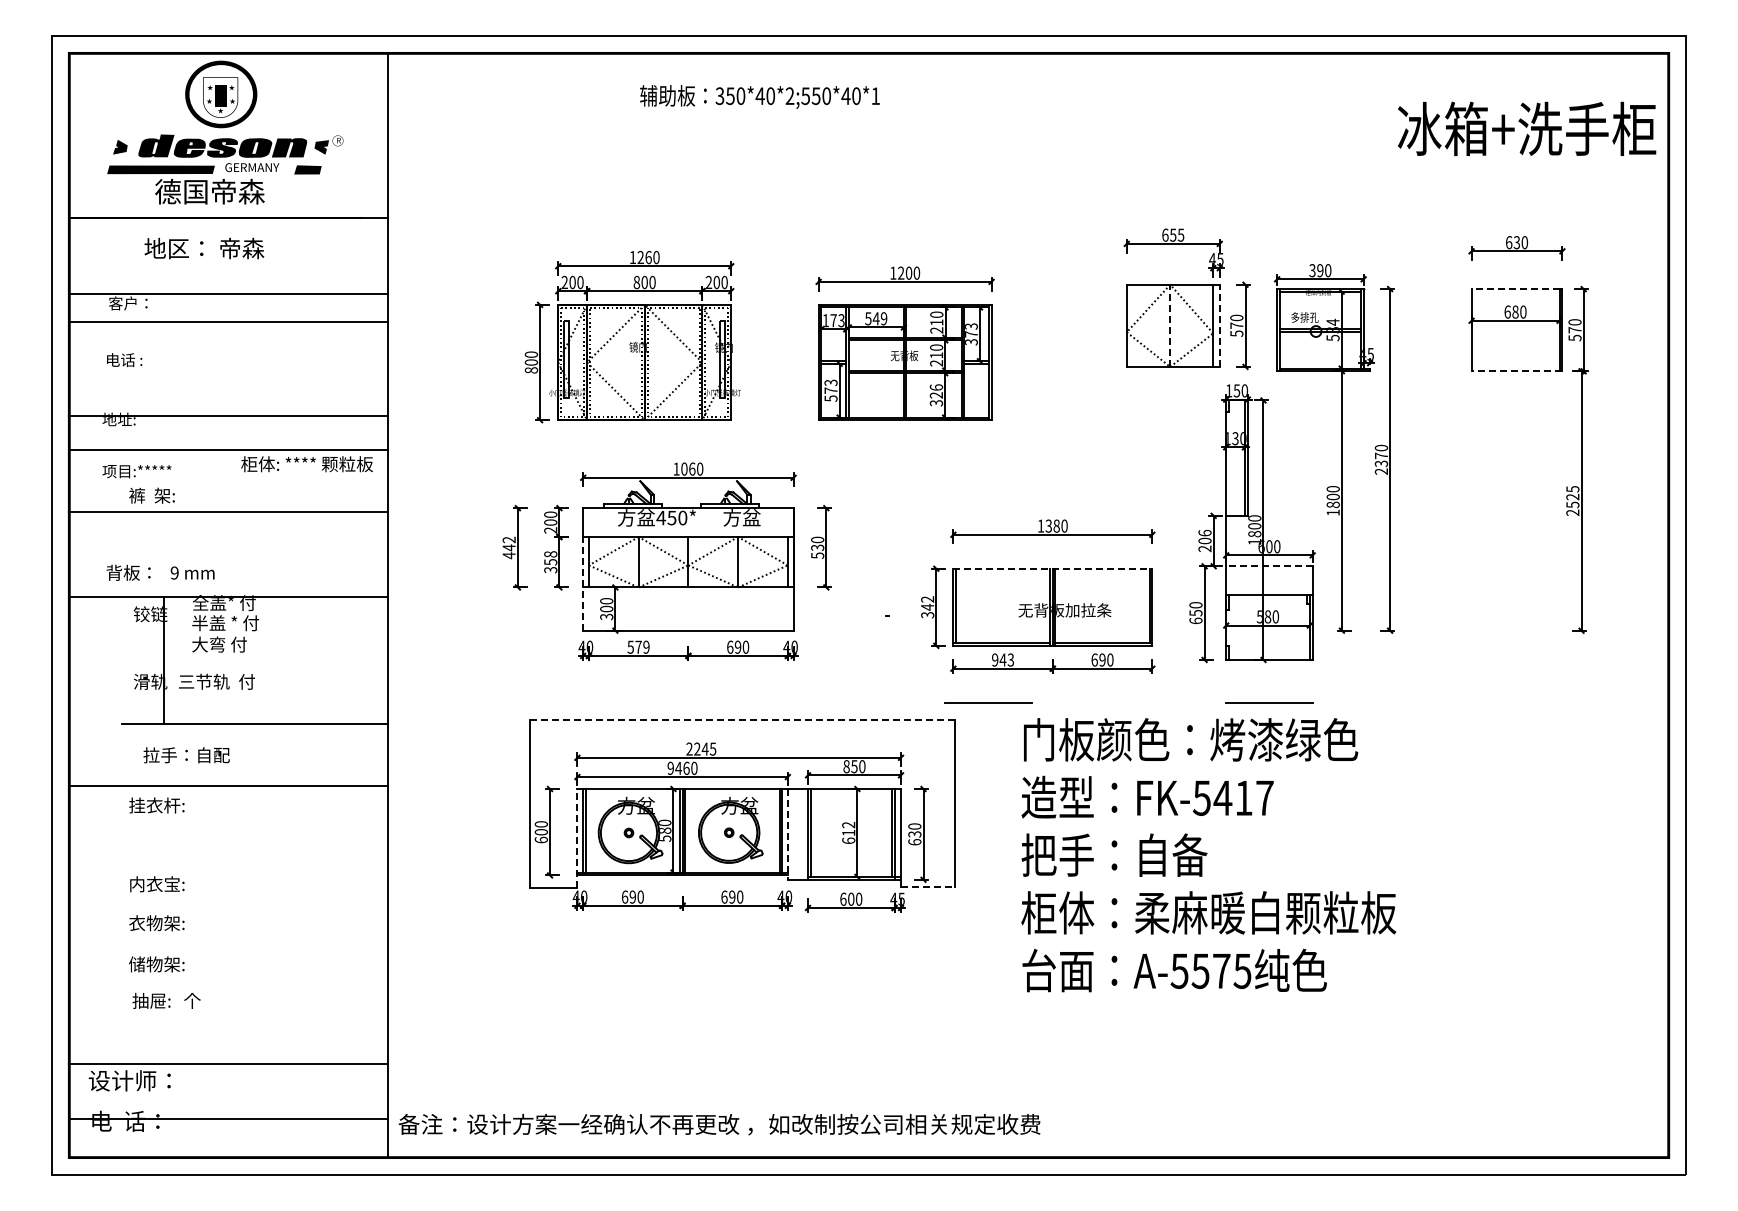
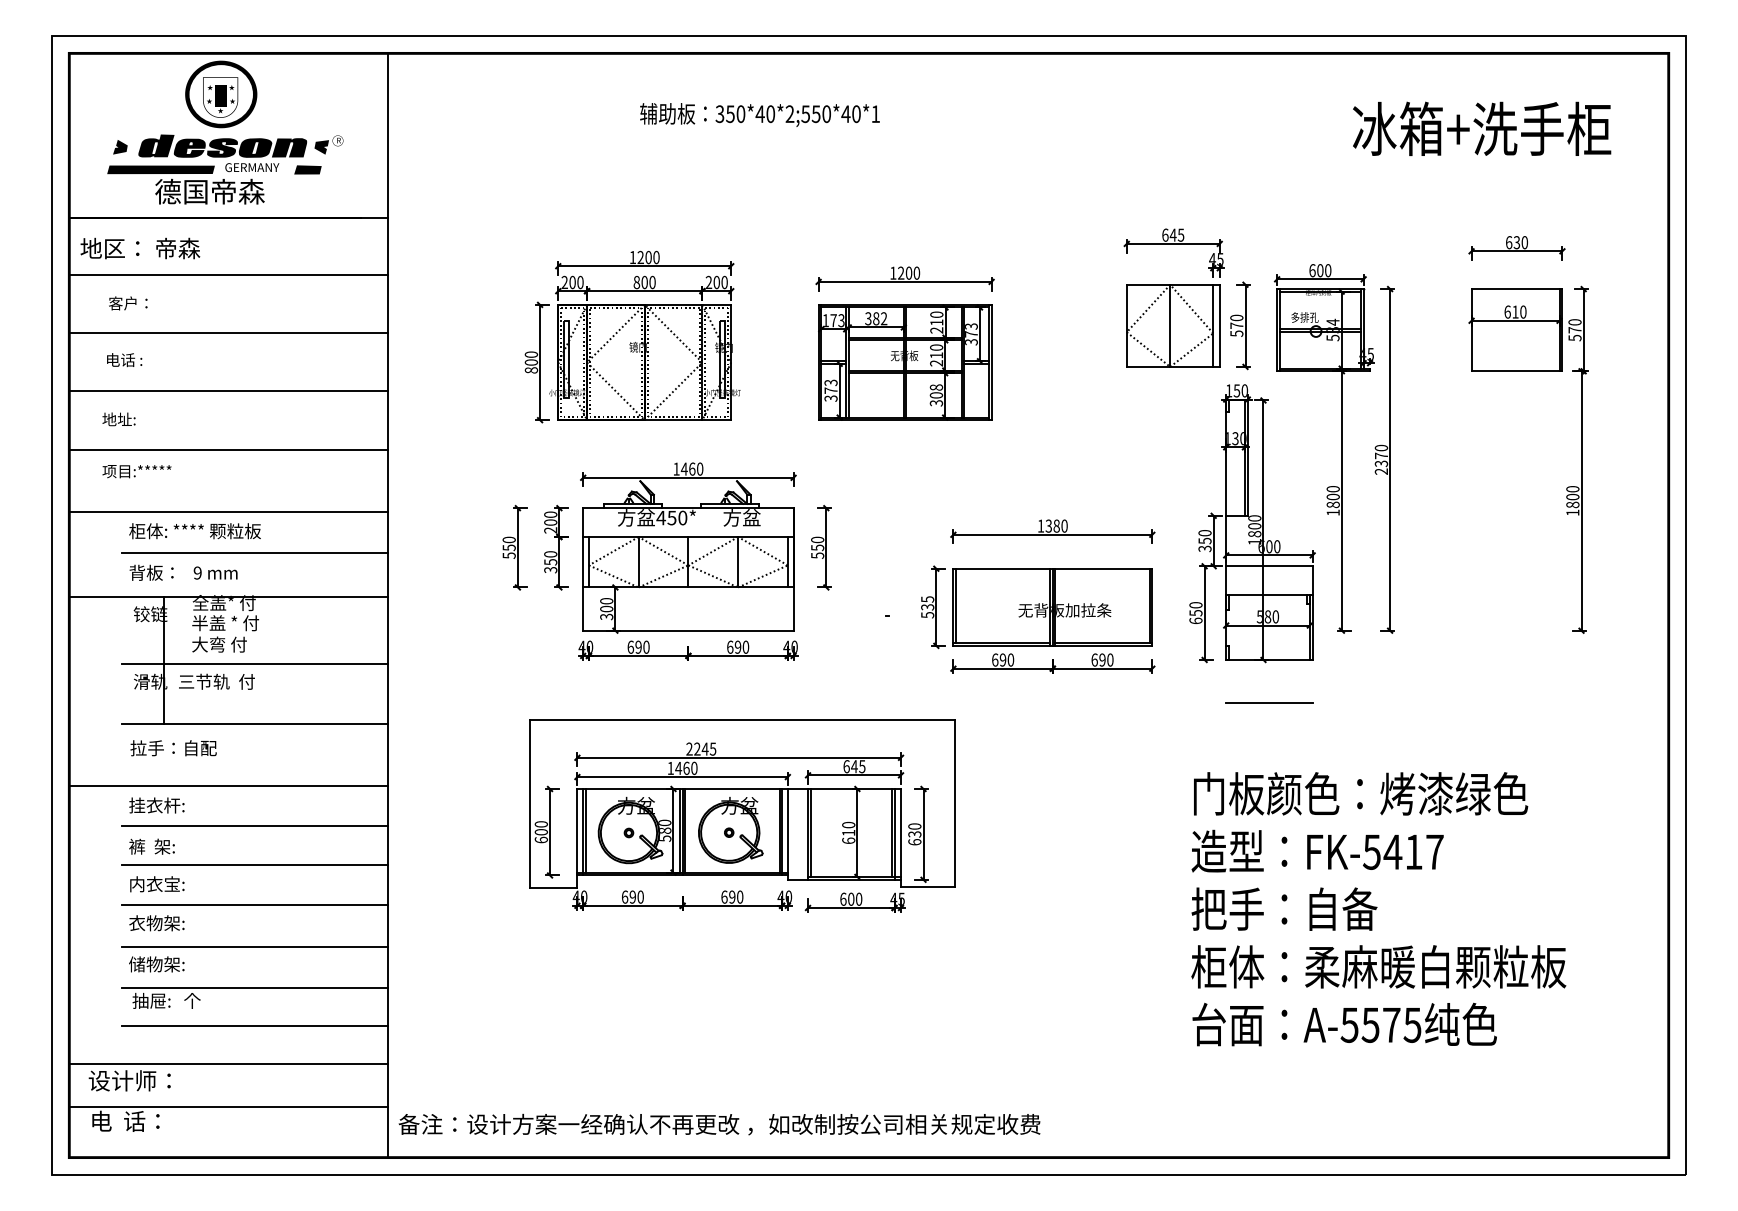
text at (759, 96) position: (759, 96) -> (759, 114)
text at (1527, 128) position: (1527, 128) -> (1482, 128)
text at (1172, 234): 655 -> 645
text at (204, 248) position: (204, 248) -> (140, 248)
text at (648, 257): 1260 -> 1200
text at (1316, 270): 390 -> 600
line at (1515, 289): dashed -> solid
line at (228, 294) position: (228, 294) -> (228, 275)
text at (1515, 311): 680 -> 610
text at (876, 318): 549 -> 382
line at (229, 321) position: (229, 321) -> (229, 332)
line at (1170, 325): dashed -> solid
line at (1219, 325): dashed -> solid
line at (1516, 371): dashed -> solid
text at (936, 391): 326 -> 308
text at (830, 398): 573 -> 373
line at (228, 416) position: (228, 416) -> (228, 391)
text at (306, 464) position: (306, 464) -> (194, 531)
text at (683, 468): 1060 -> 1460
text at (151, 495) position: (151, 495) -> (151, 846)
text at (1572, 500): 2525 -> 1800
text at (1204, 540): 206 -> 350
text at (508, 547): 442 -> 550
text at (817, 547): 530 -> 550
line at (254, 552): none -> present
text at (550, 554): 358 -> 350
line at (1268, 566): dashed -> solid
line at (1053, 568): dashed -> solid
text at (160, 572) position: (160, 572) -> (183, 572)
line at (583, 583): dashed -> solid
text at (927, 607): 342 -> 535
text at (638, 646): 579 -> 690
text at (1003, 659): 943 -> 690
line at (254, 663): none -> present
line at (988, 702): present -> none
line at (742, 720): dashed -> solid
text at (186, 755) position: (186, 755) -> (173, 748)
text at (854, 766): 850 -> 645
text at (670, 767): 9460 -> 1460
text at (848, 824): 612 -> 610
line at (254, 825): none -> present
line at (787, 834): dashed -> solid
line at (577, 838): dashed -> solid
text at (1208, 855) position: (1208, 855) -> (1378, 909)
line at (254, 864): none -> present
line at (928, 887): dashed -> solid
line at (254, 905): none -> present
line at (254, 947): none -> present
line at (254, 988): none -> present
line at (254, 1025): none -> present
line at (228, 1118) position: (228, 1118) -> (228, 1106)
